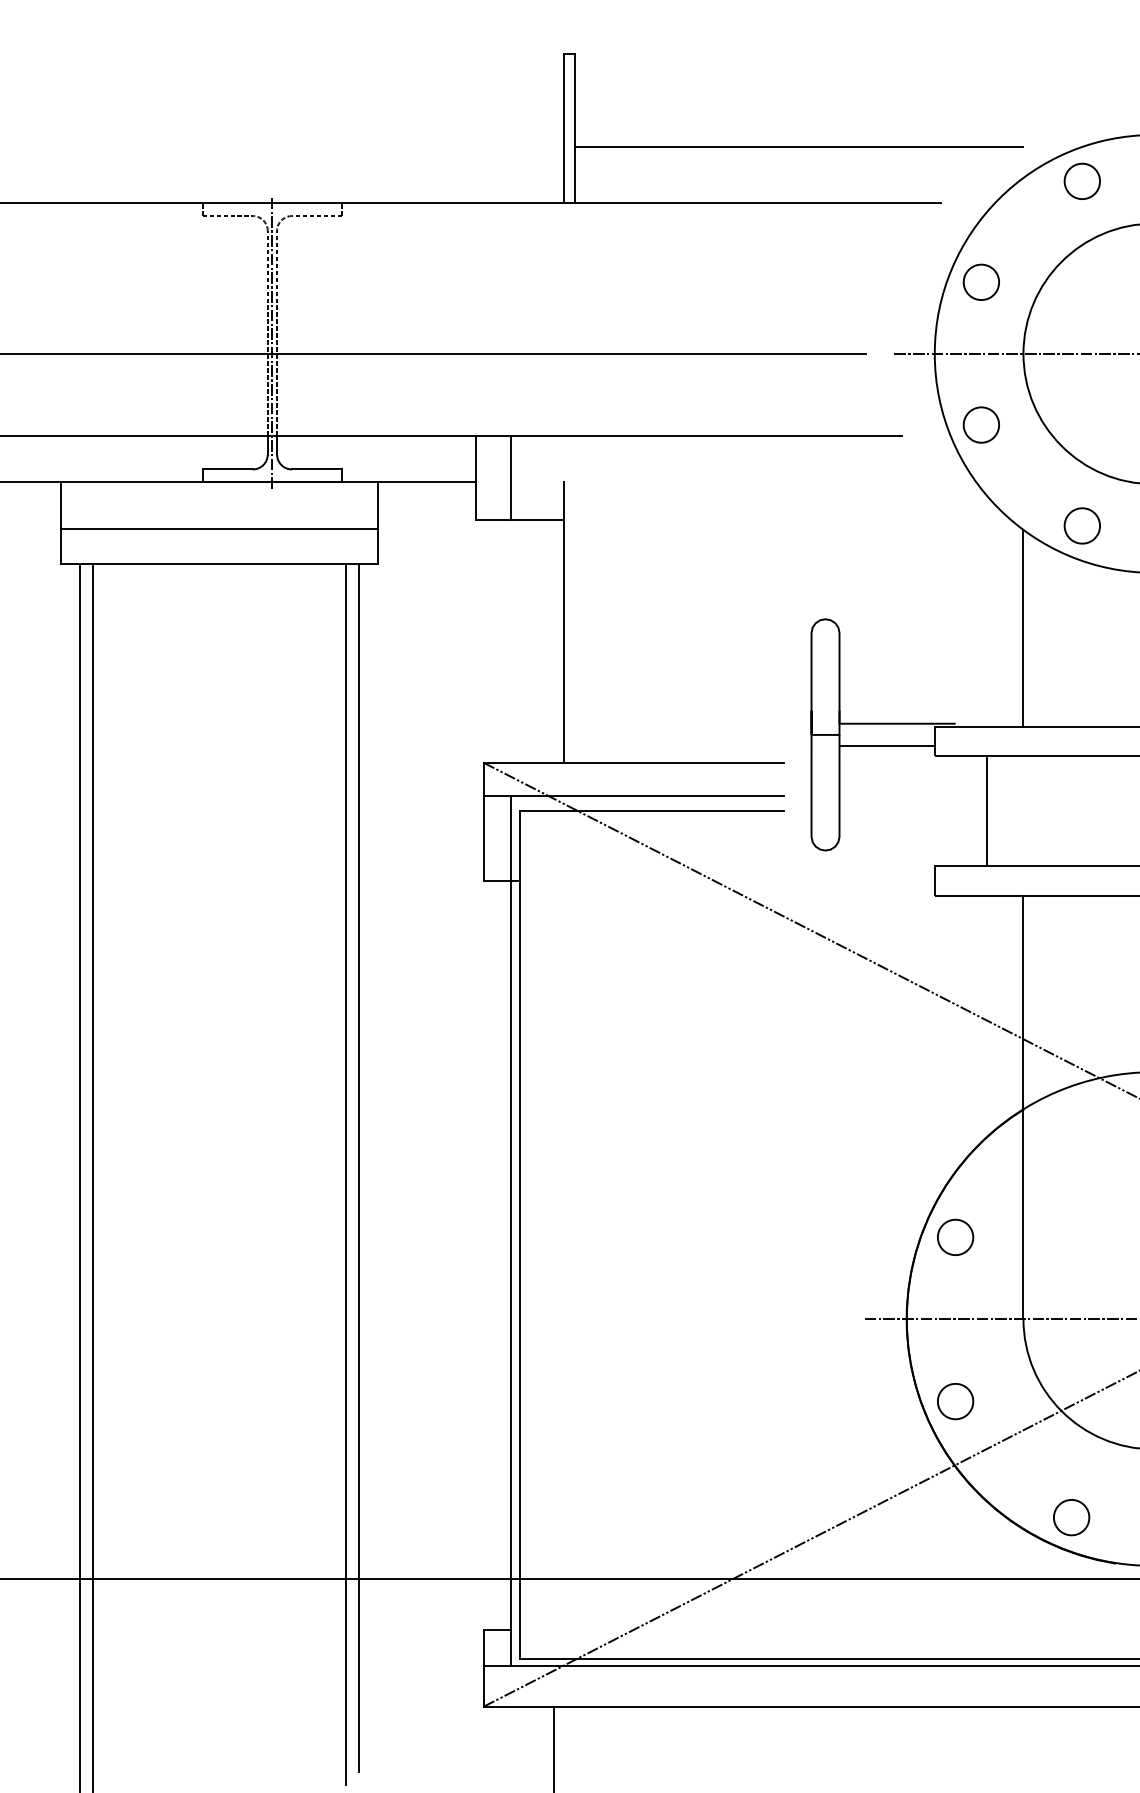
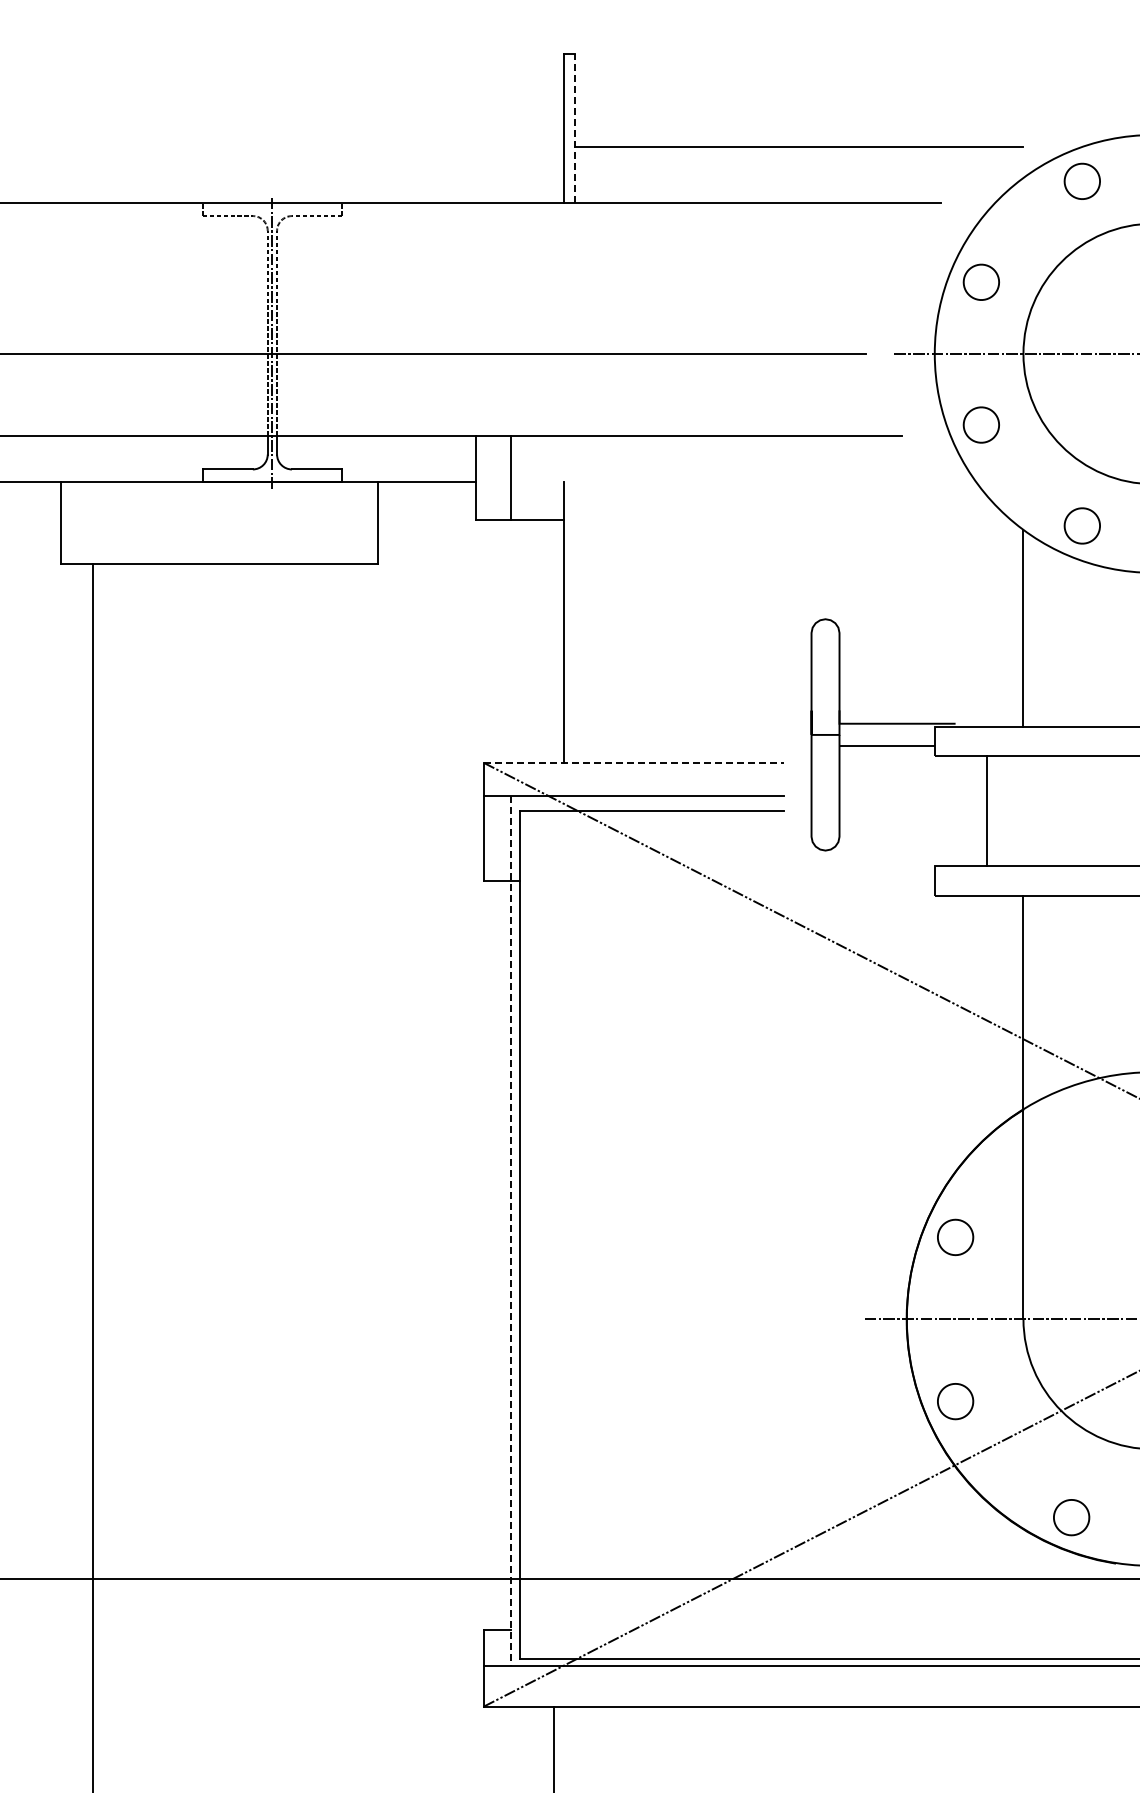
line at (575, 128): solid -> dashed
line at (218, 529): present -> none
line at (633, 762): solid -> dashed
line at (359, 1167): present -> none
line at (346, 1174): present -> none
line at (79, 1176): present -> none
line at (510, 1231): solid -> dashed
